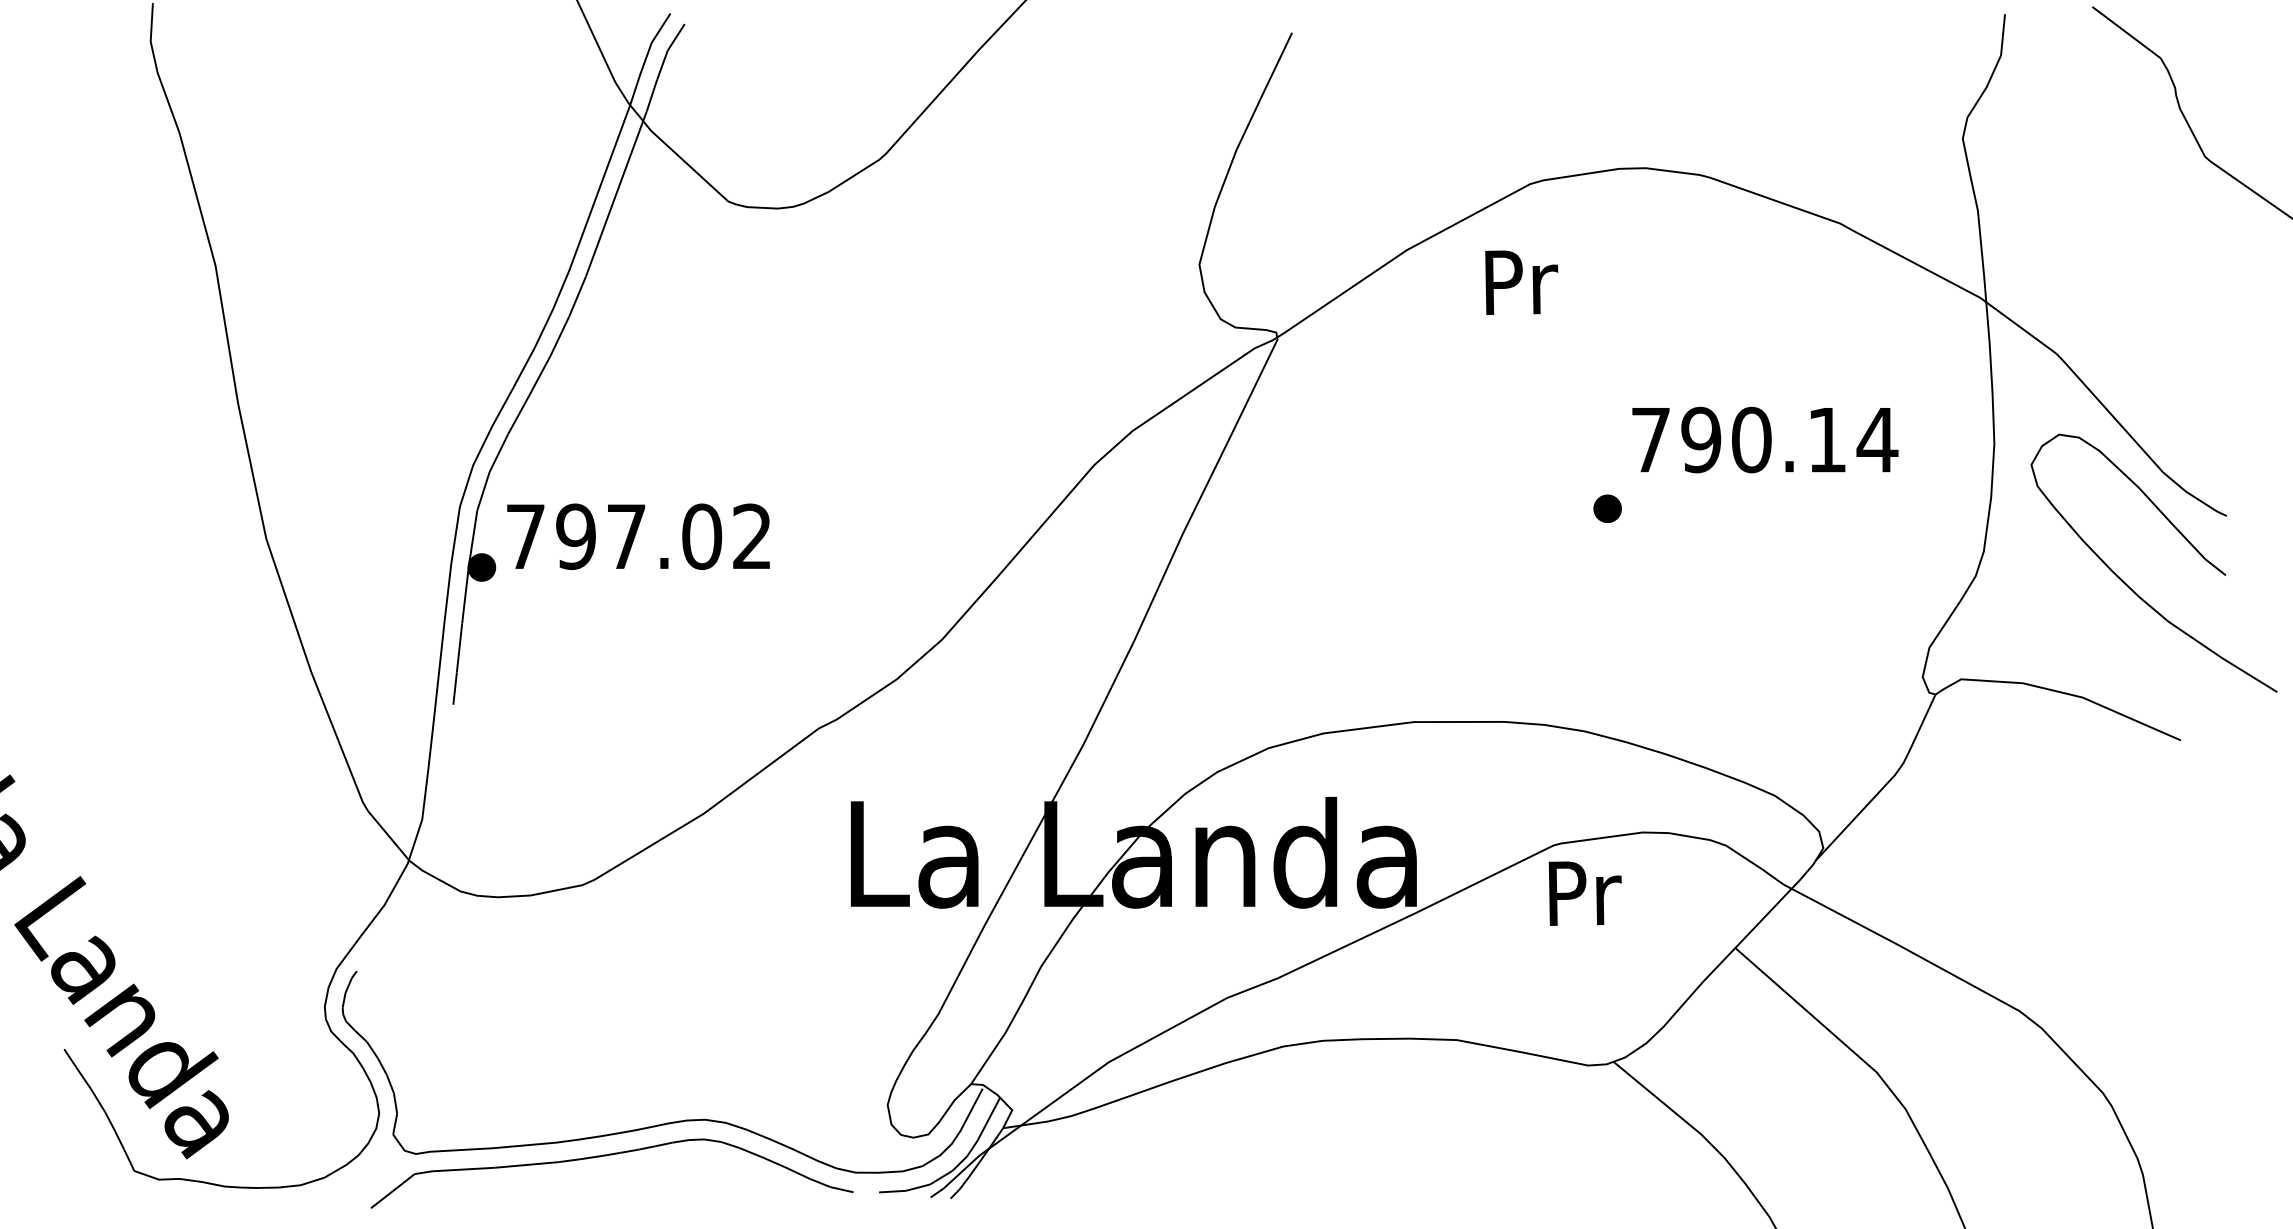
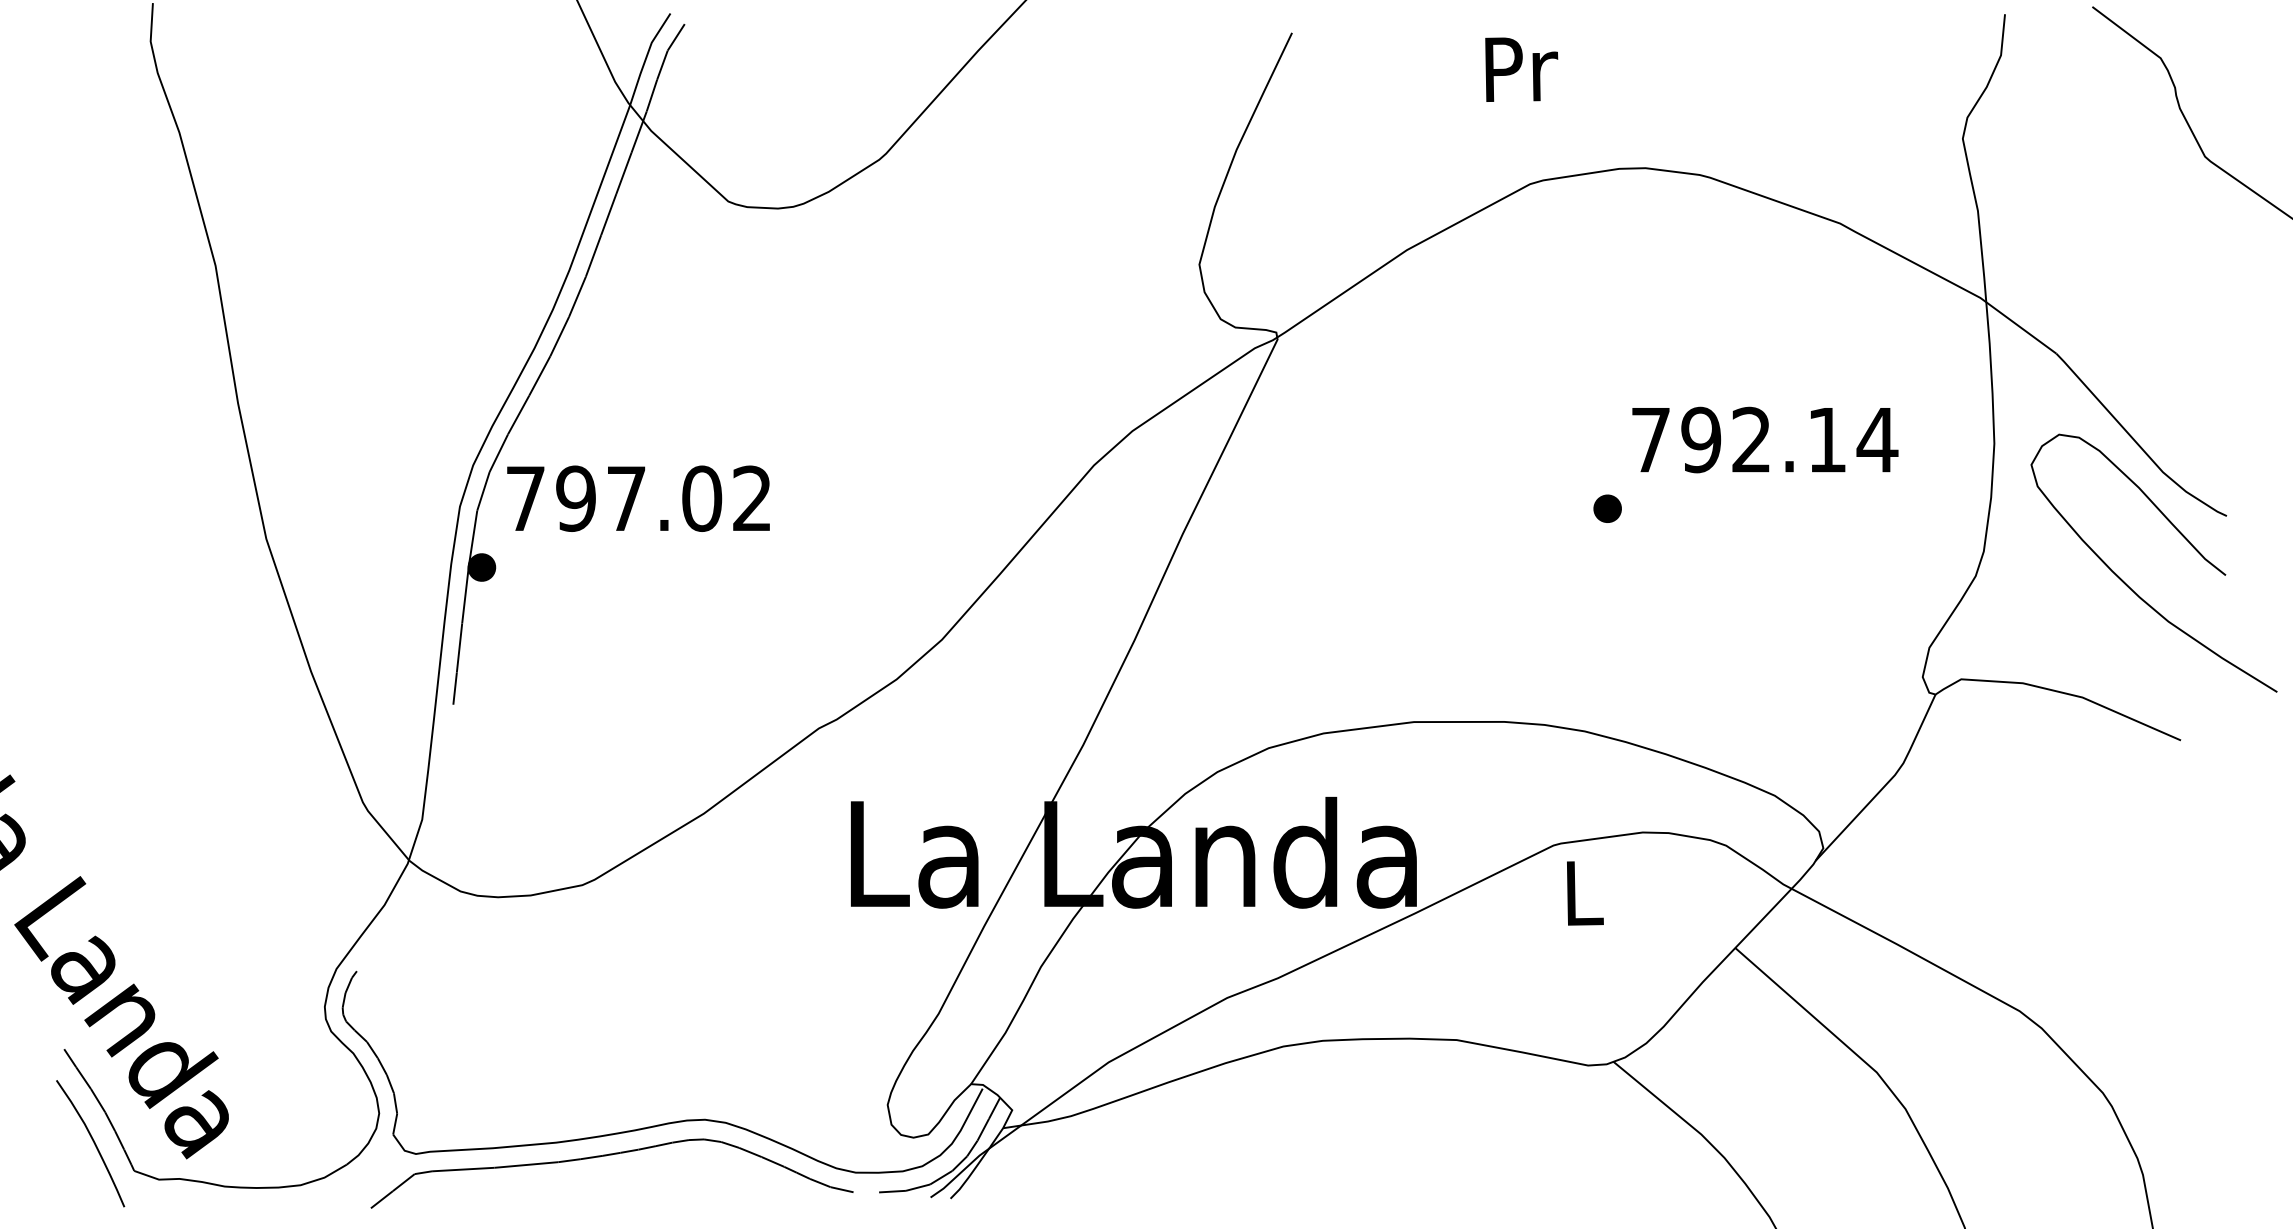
text at (1521, 282) position: (1521, 282) -> (1521, 69)
text at (1751, 439): 790.14 -> 792.14
text at (638, 536) position: (638, 536) -> (638, 498)
text at (1584, 893): Pr -> L
curve at (92, 1141): none -> present
